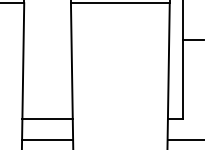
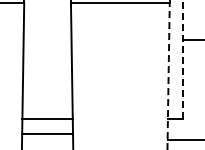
line at (182, 59): solid -> dashed
line at (168, 76): solid -> dashed
line at (47, 140) position: (47, 140) -> (47, 134)
